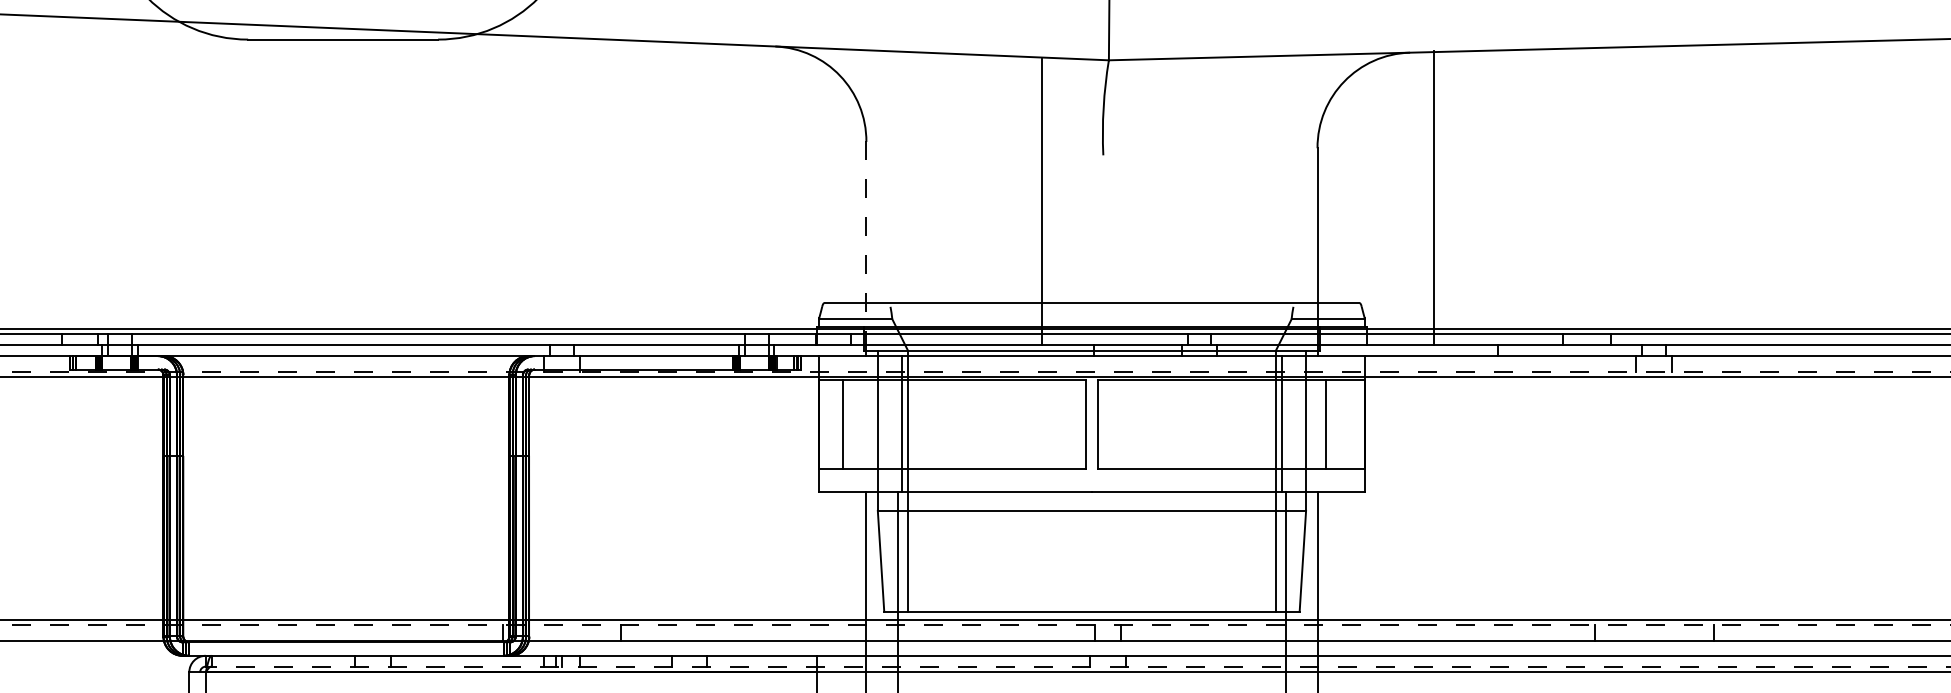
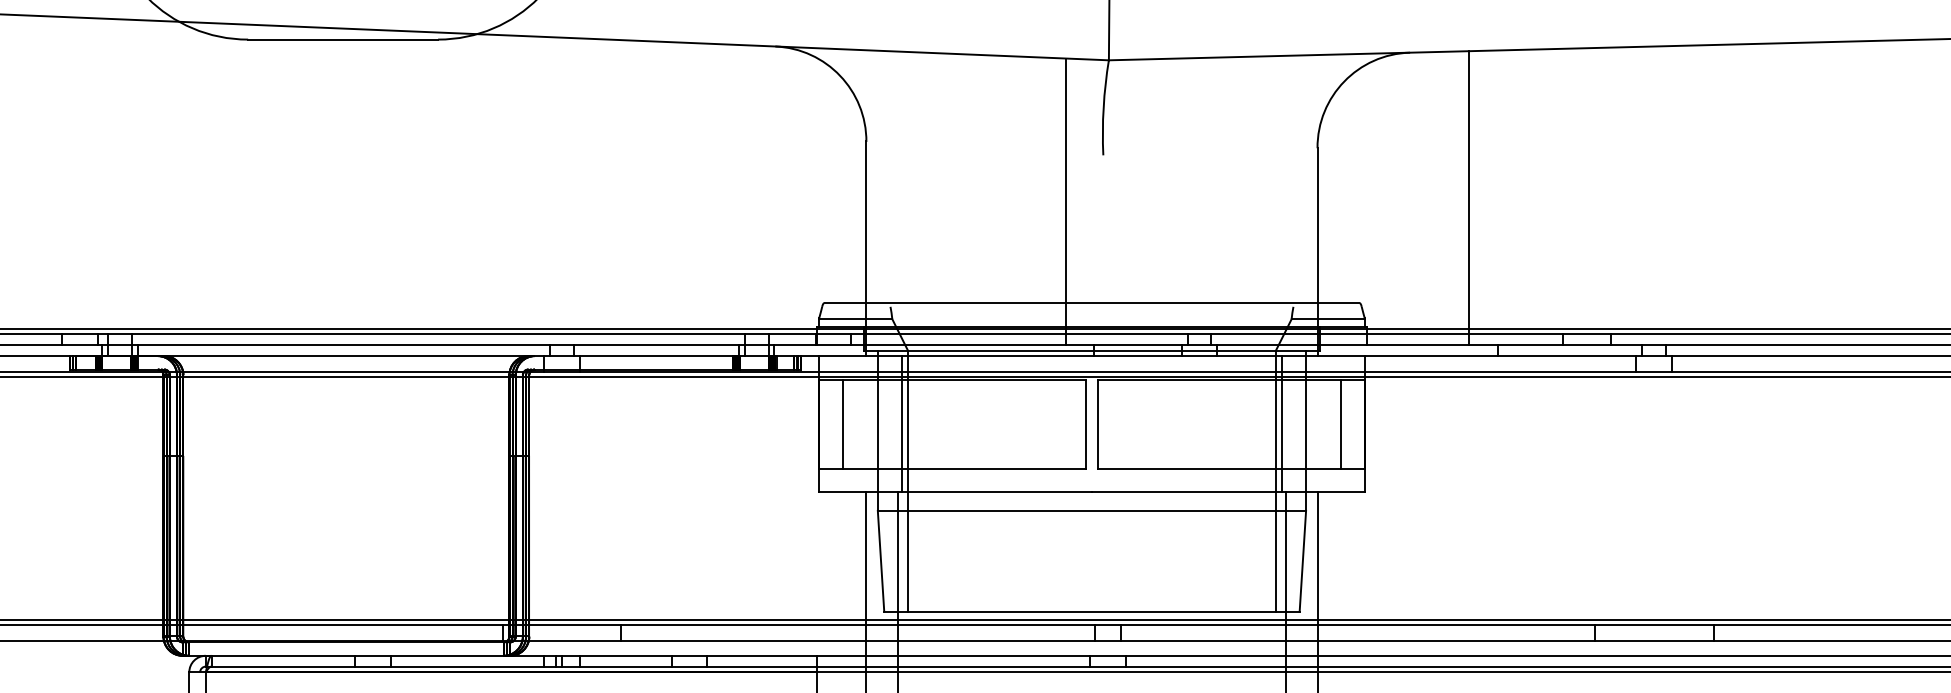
line at (1434, 198) position: (1434, 198) -> (1469, 198)
line at (1041, 201) position: (1041, 201) -> (1065, 201)
line at (866, 243): dashed -> solid
line at (976, 371): dashed -> solid
line at (1326, 423) position: (1326, 423) -> (1341, 423)
line at (976, 625): dashed -> solid
line at (1080, 666): dashed -> solid
